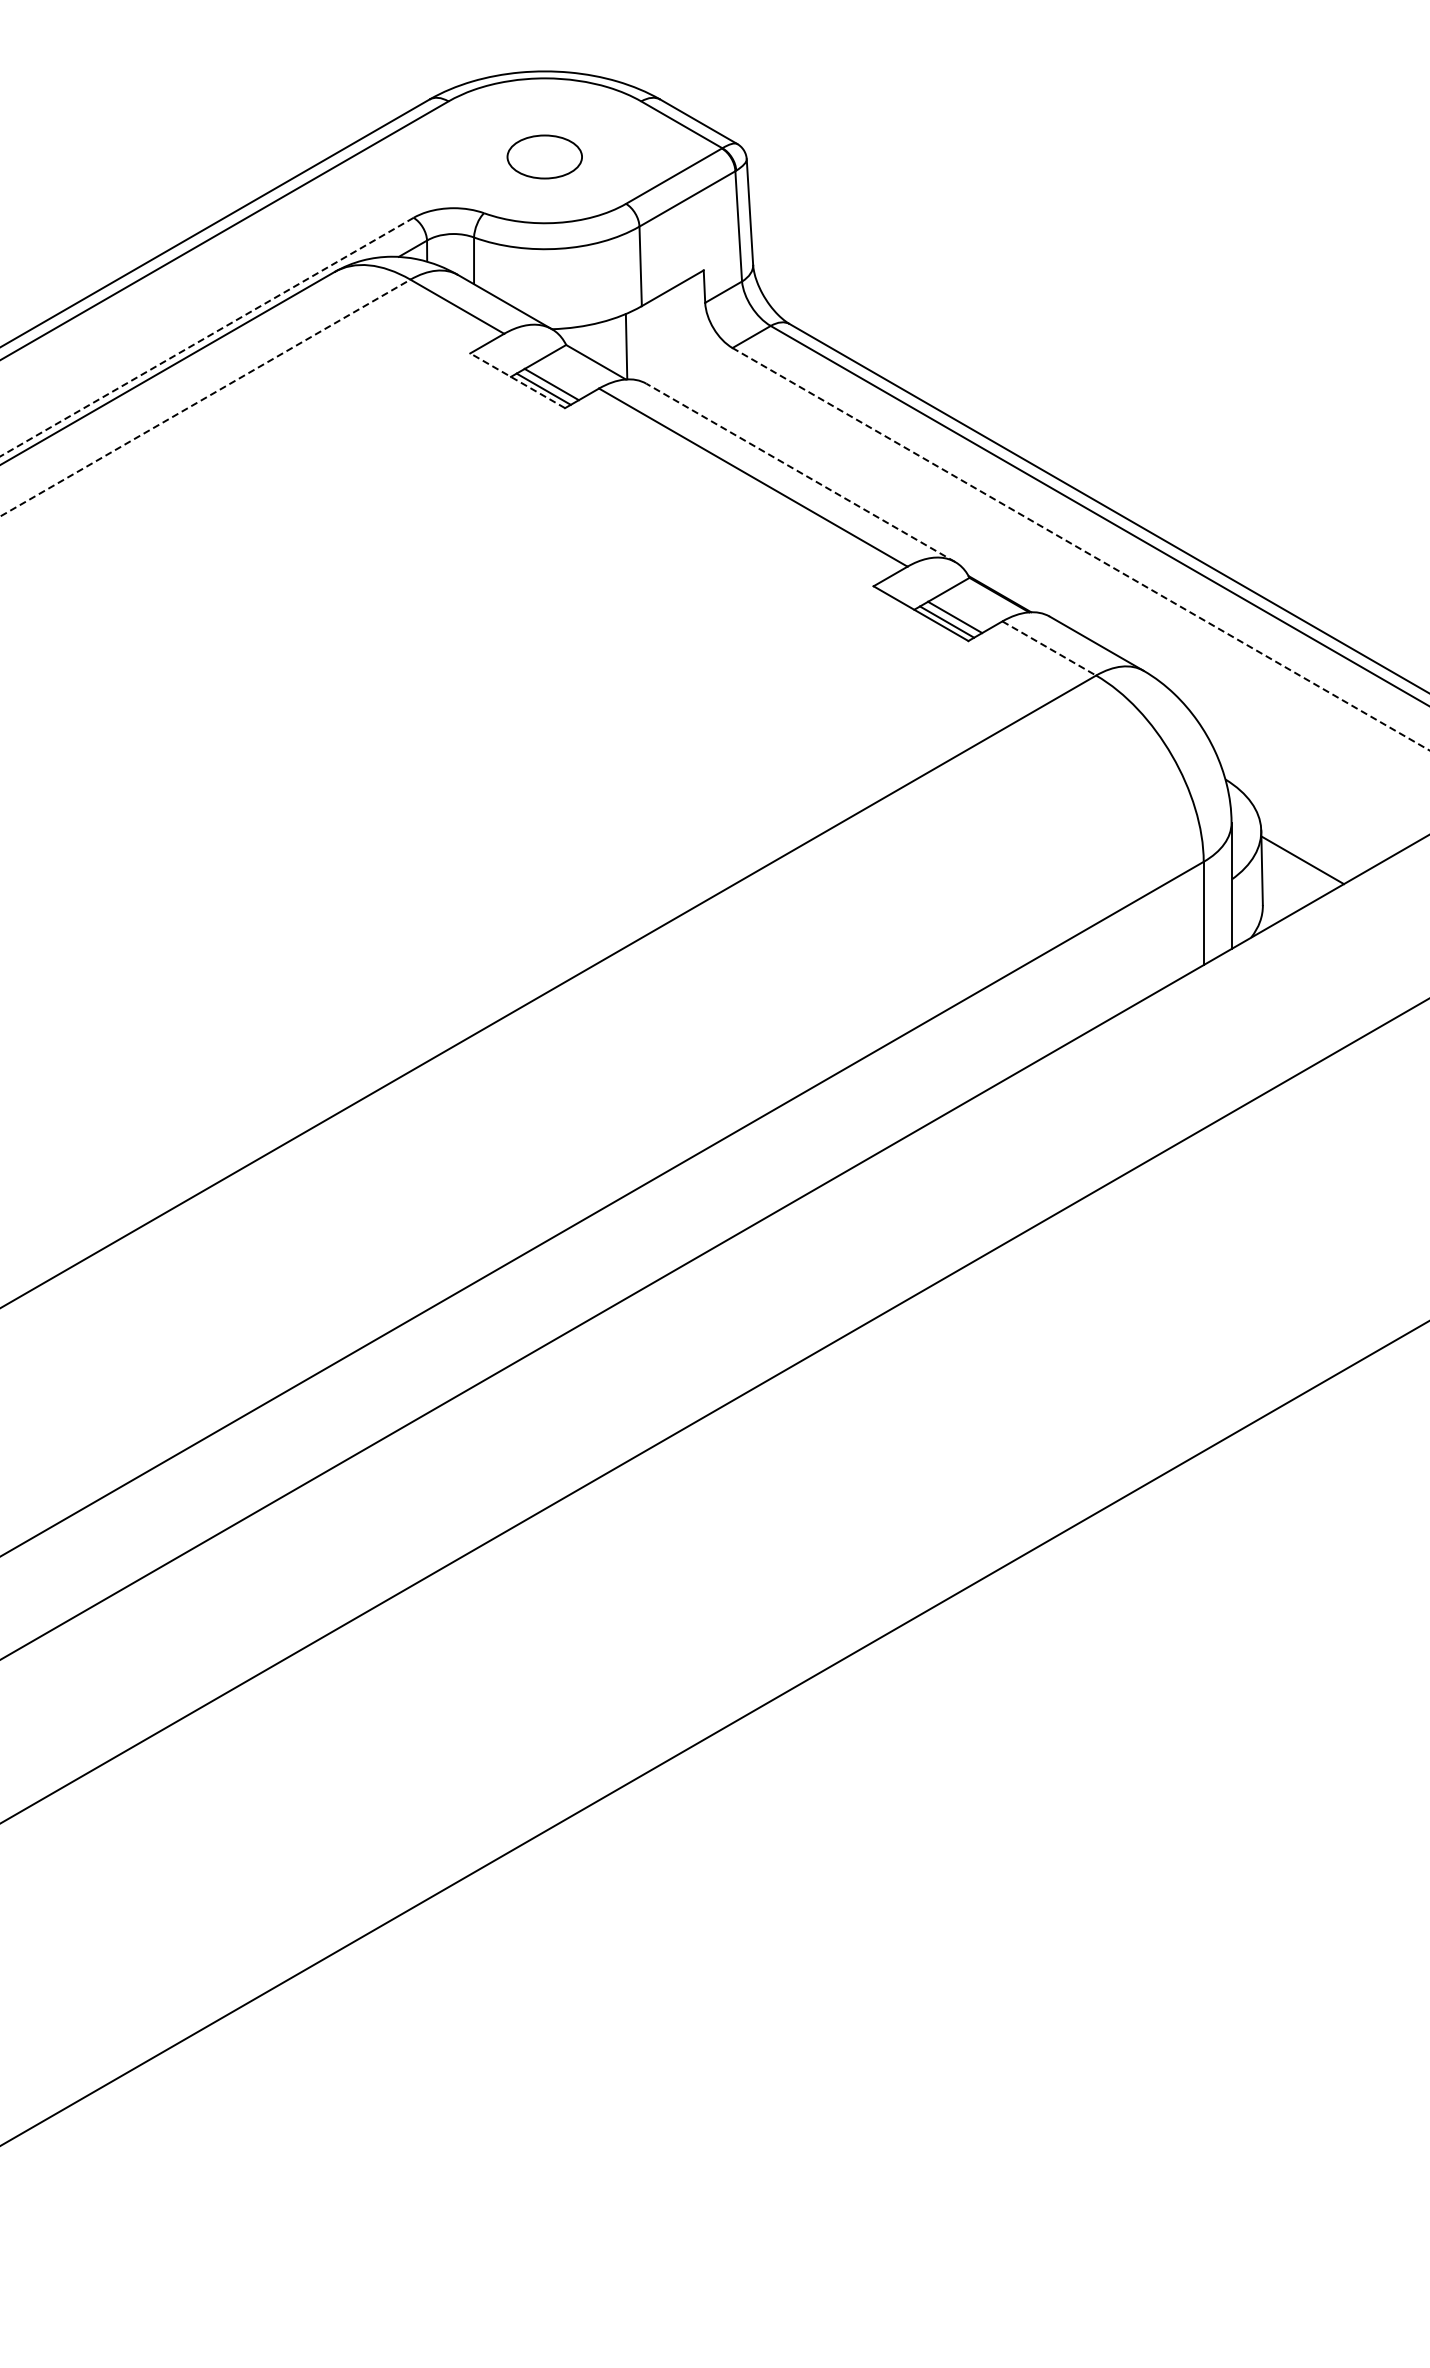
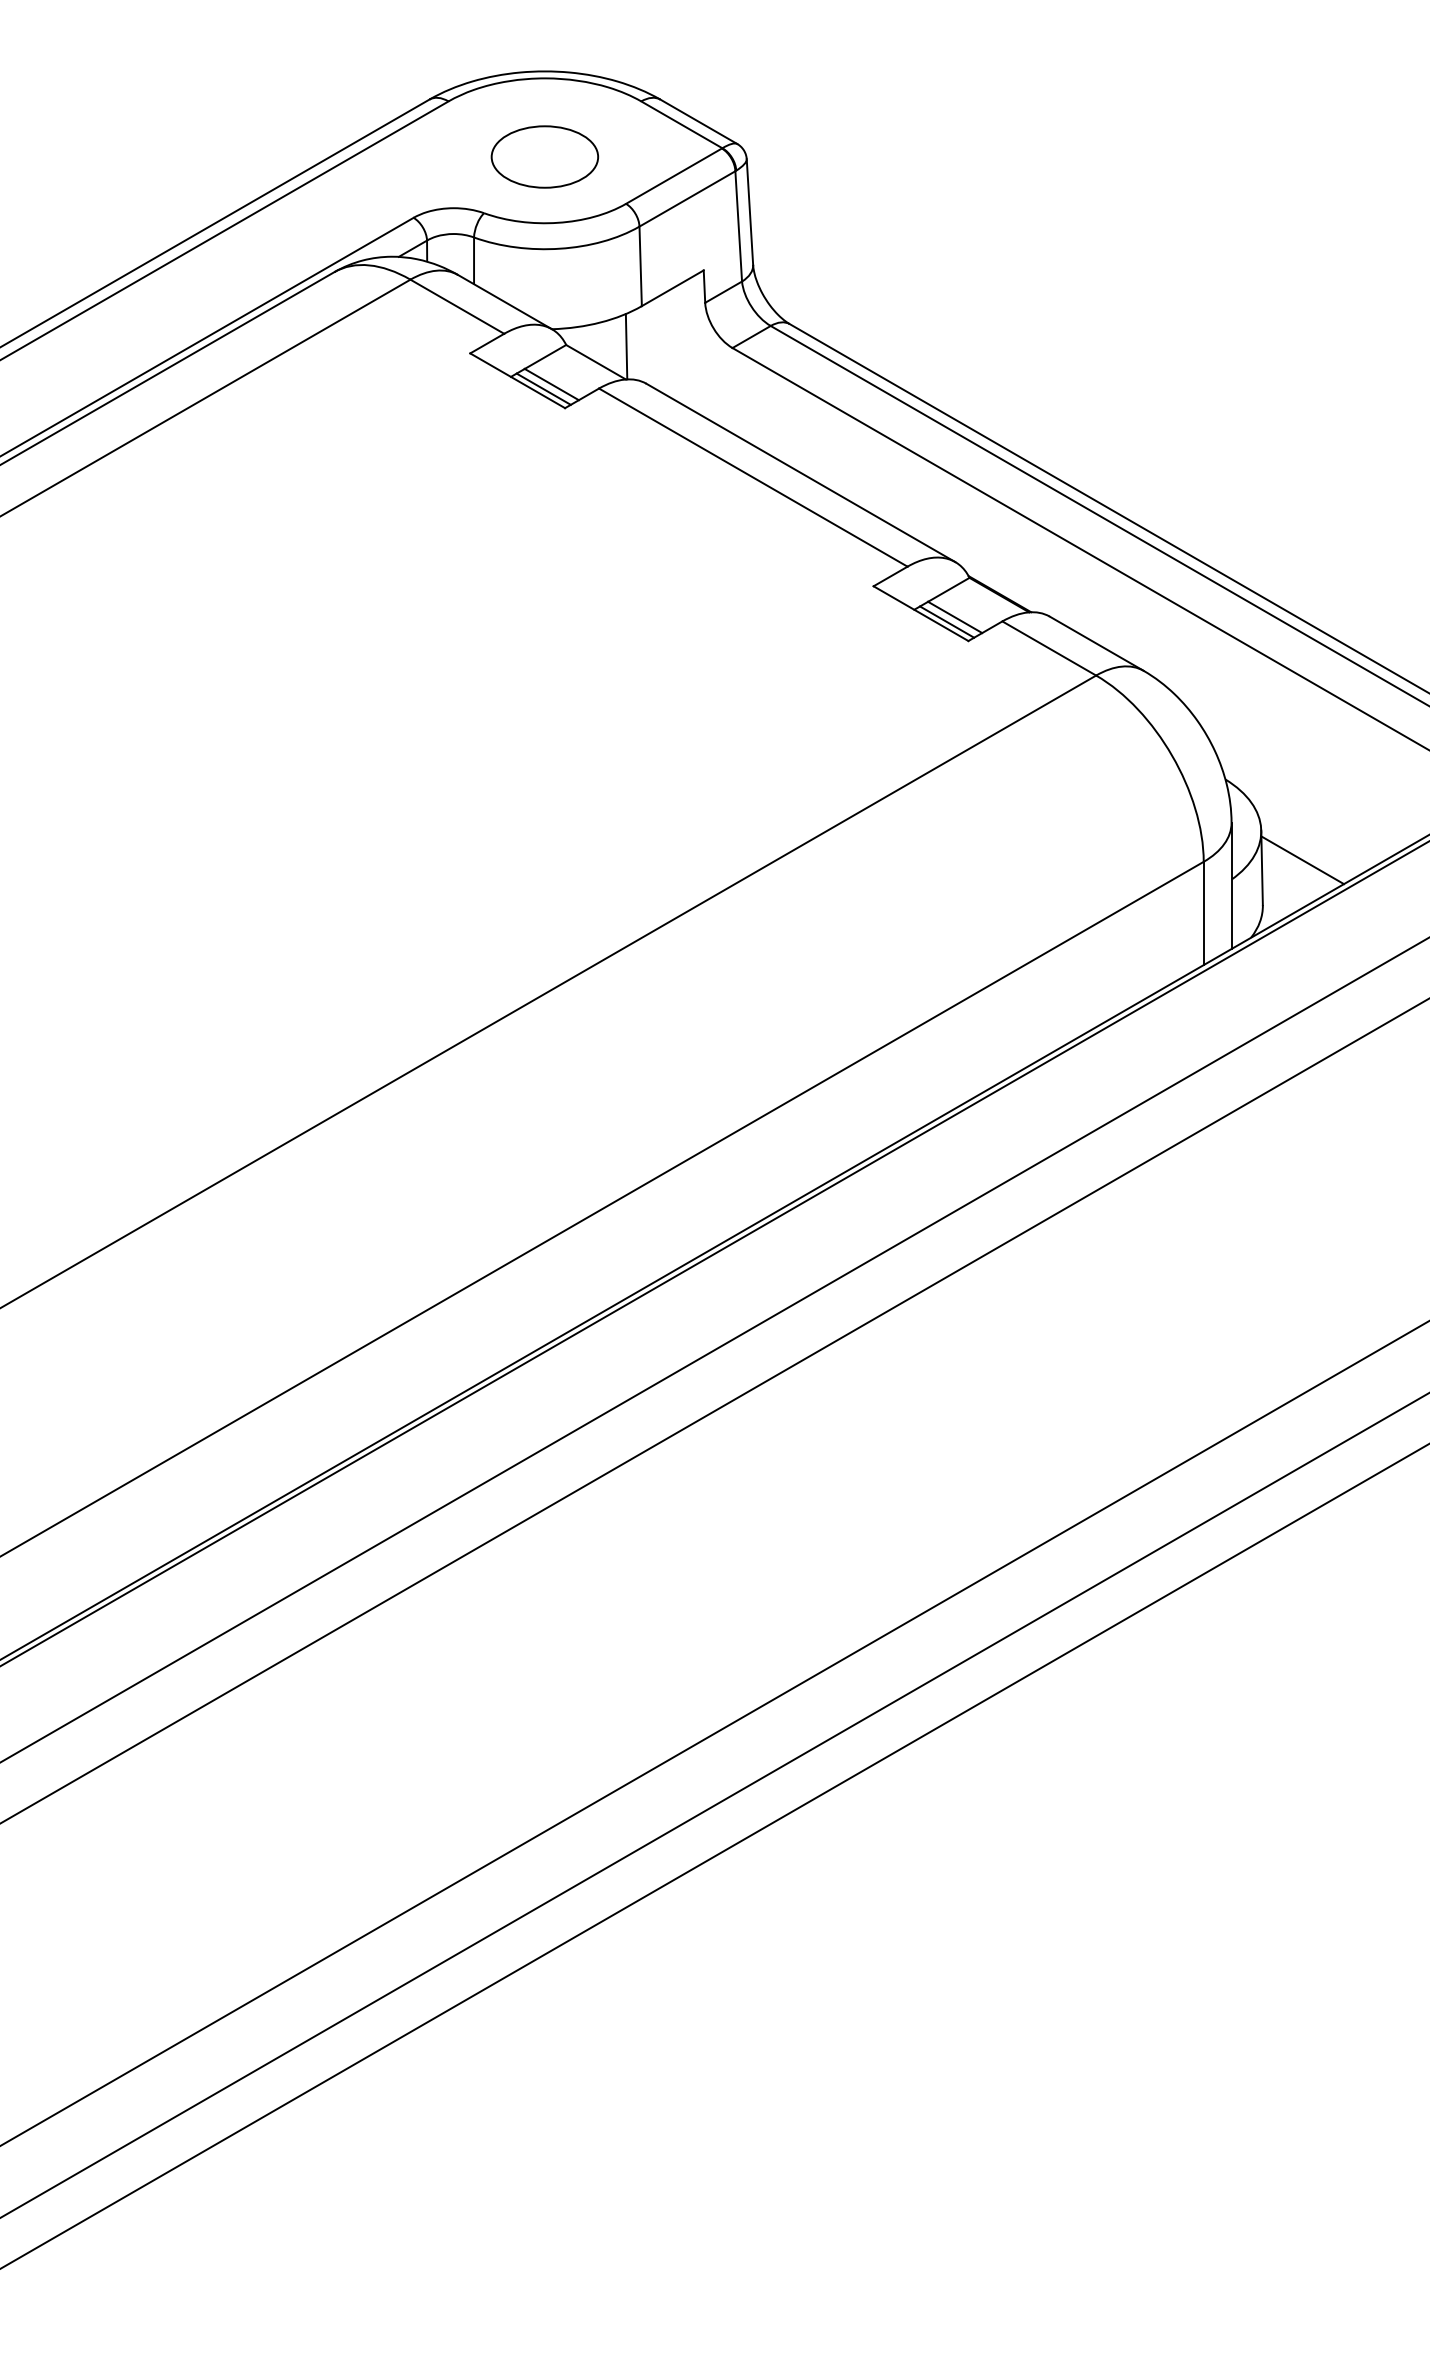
part at (544, 156) size: 77x46 px -> 109x64 px
line at (206, 337): dashed -> solid
line at (517, 380): dashed -> solid
line at (205, 398): dashed -> solid
line at (800, 472): dashed -> solid
line at (1080, 548): dashed -> solid
line at (1049, 648): dashed -> solid
line at (714, 1253): none -> present
line at (714, 1350): none -> present
line at (714, 1805): none -> present
line at (714, 1856): none -> present
